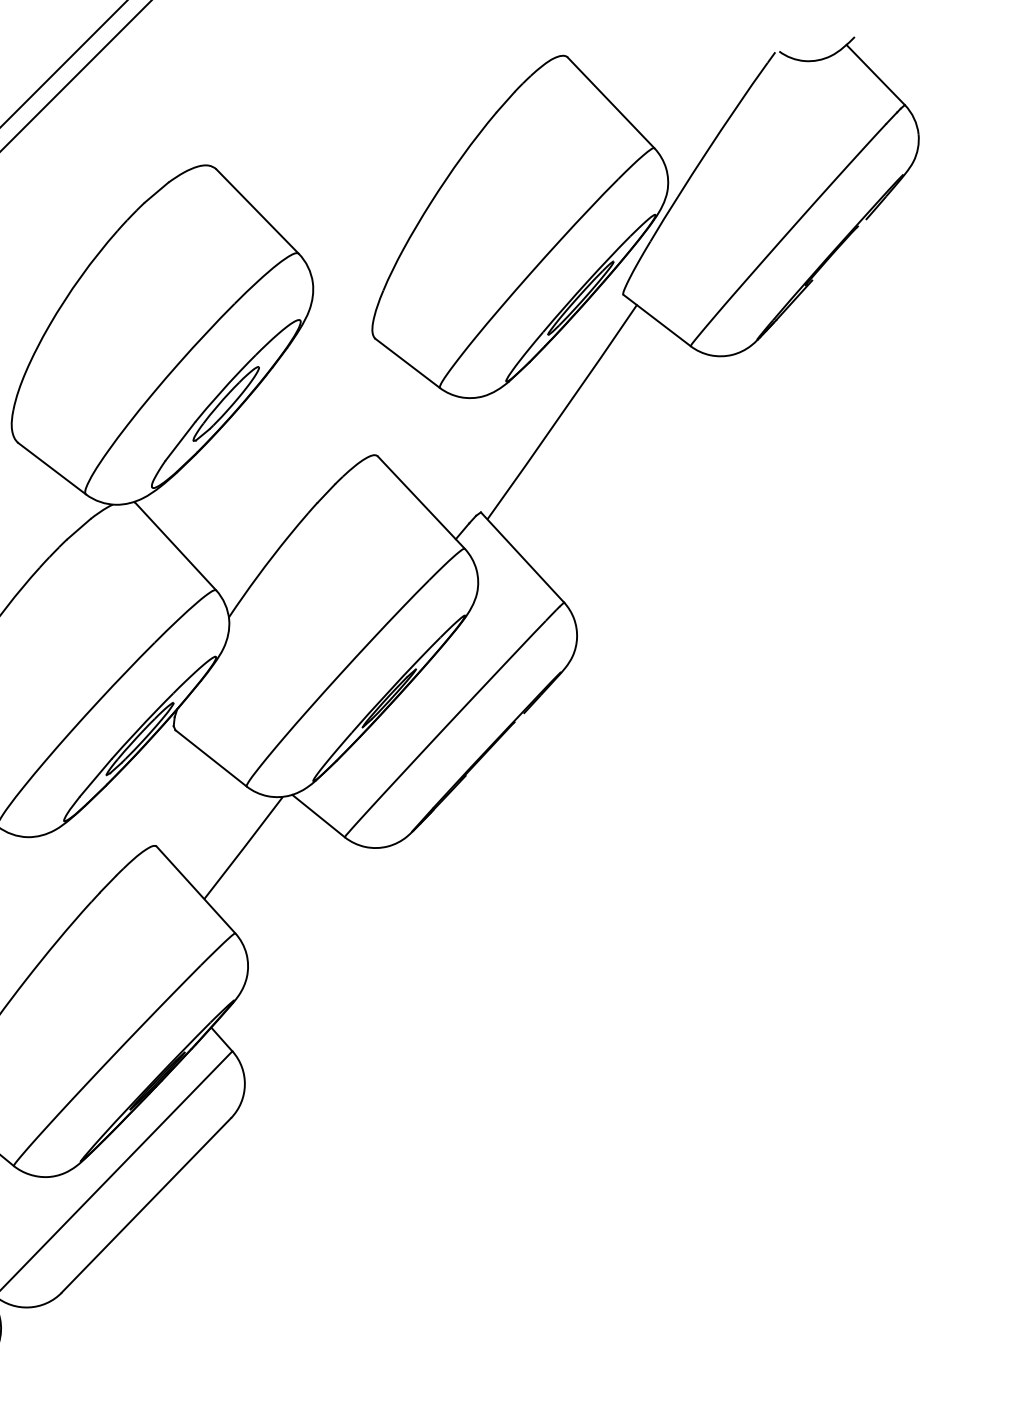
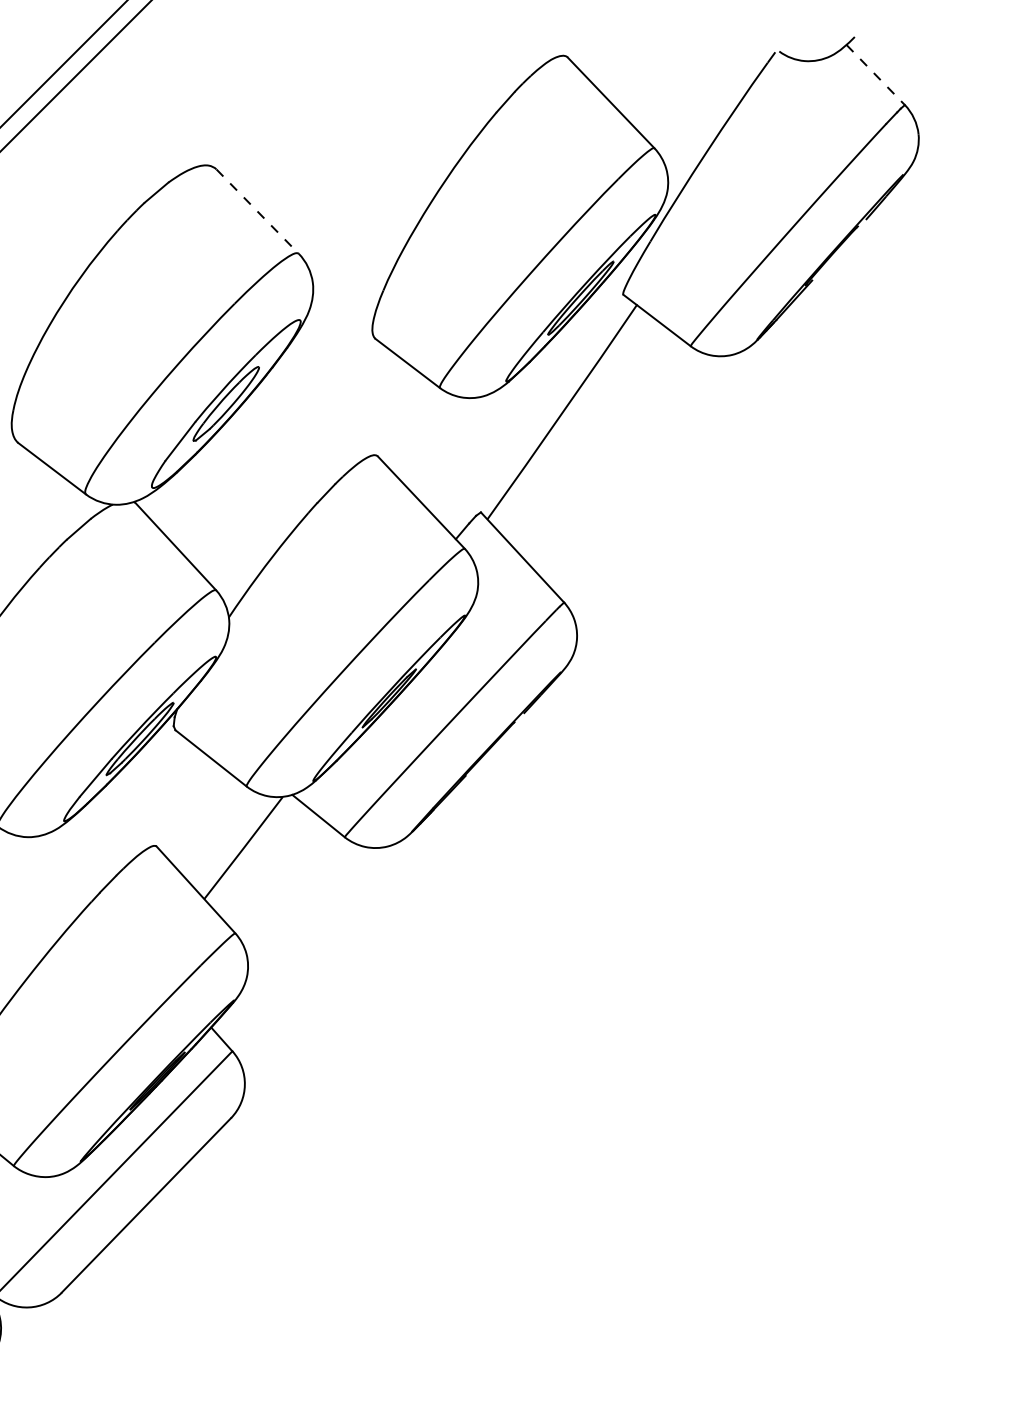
line at (875, 75): solid -> dashed
line at (257, 211): solid -> dashed
